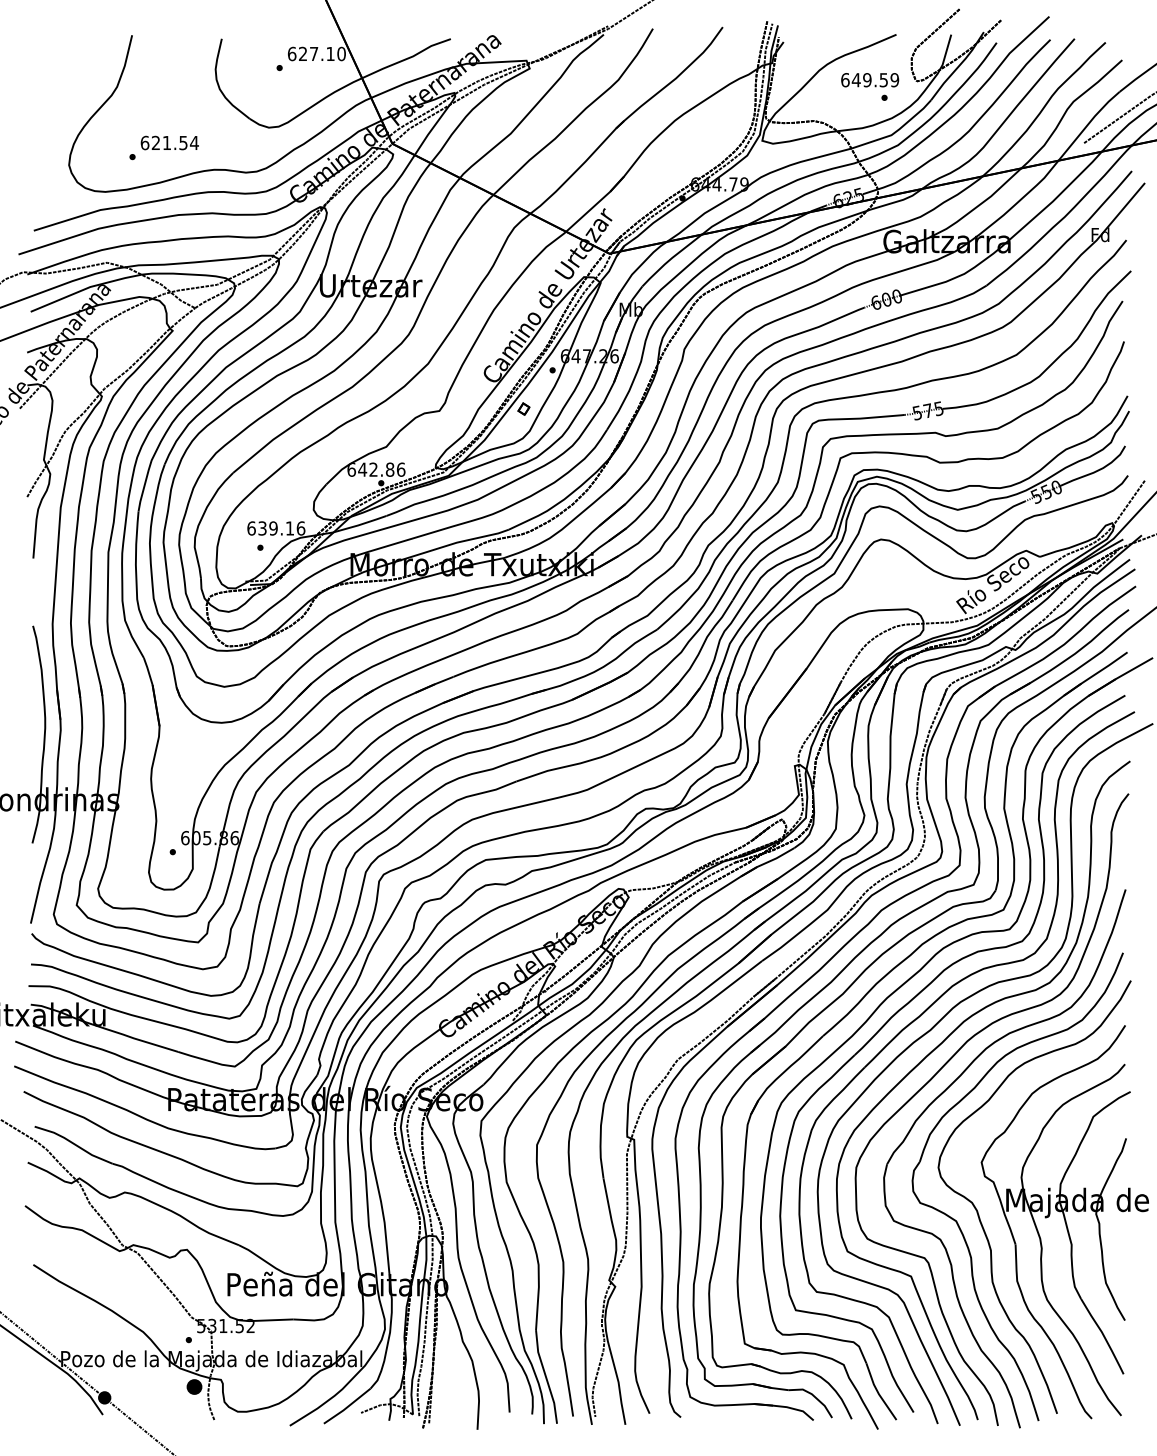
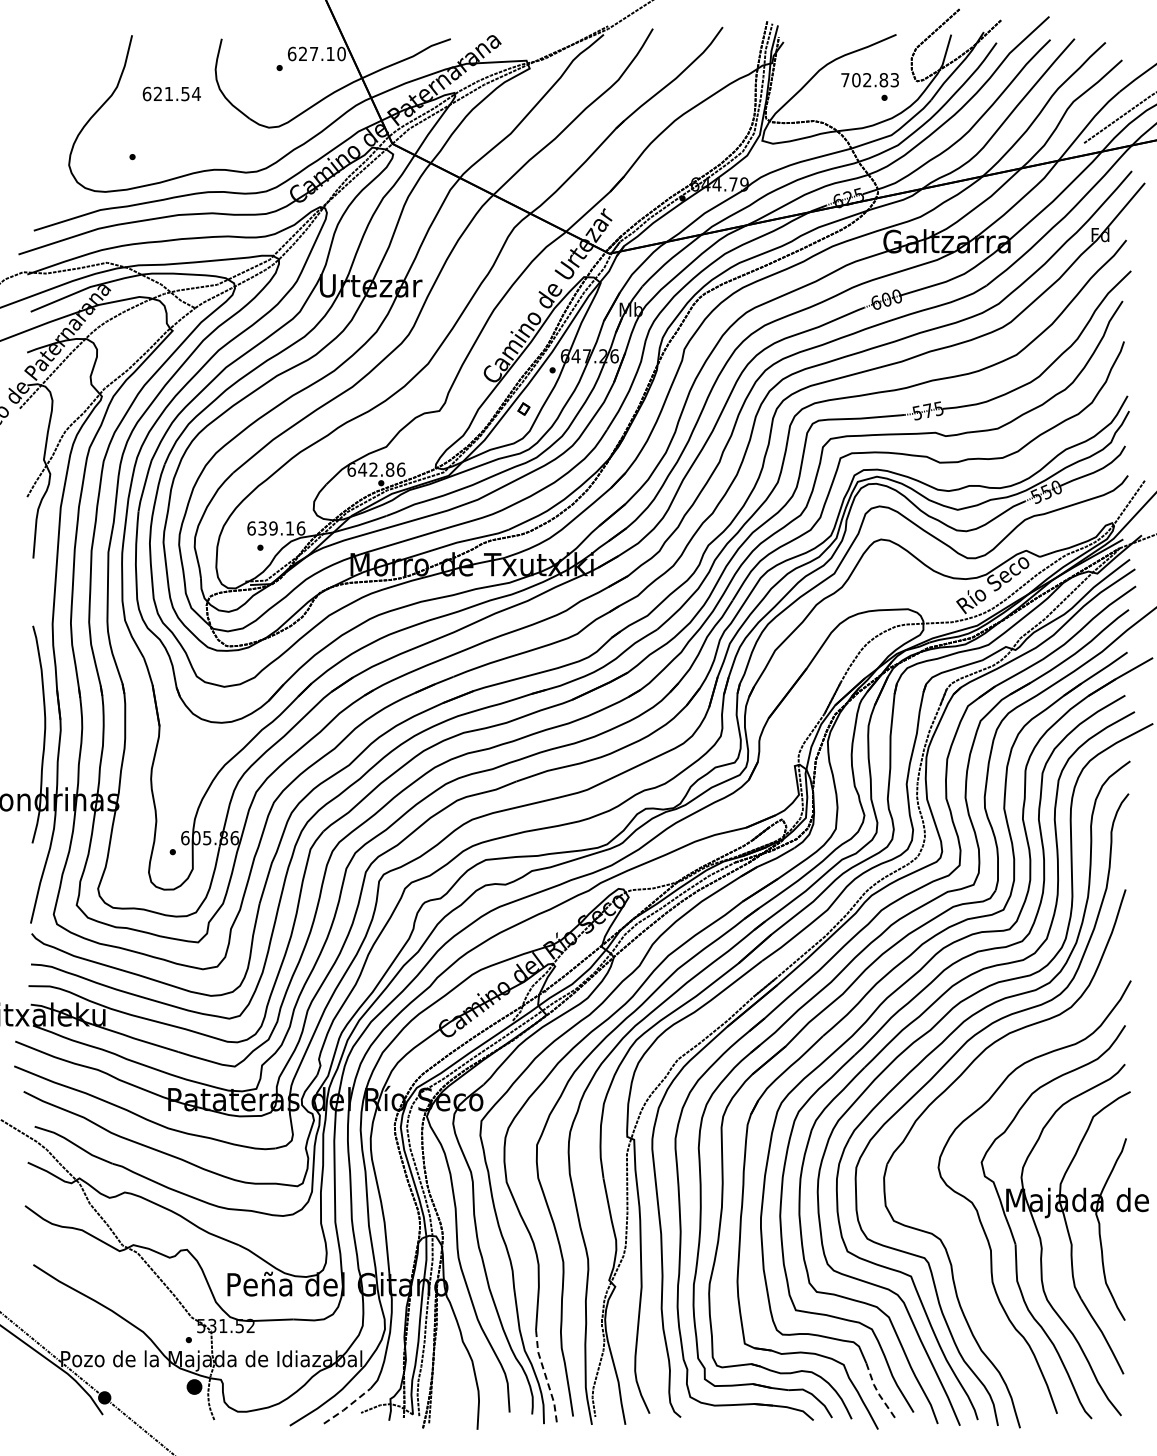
text at (870, 80): 649.59 -> 702.83
text at (169, 142) position: (169, 142) -> (171, 93)
part at (957, 1221): present -> none
line at (545, 1376): solid -> dashed
line at (878, 1393): solid -> dashed
line at (347, 1407): solid -> dashed
